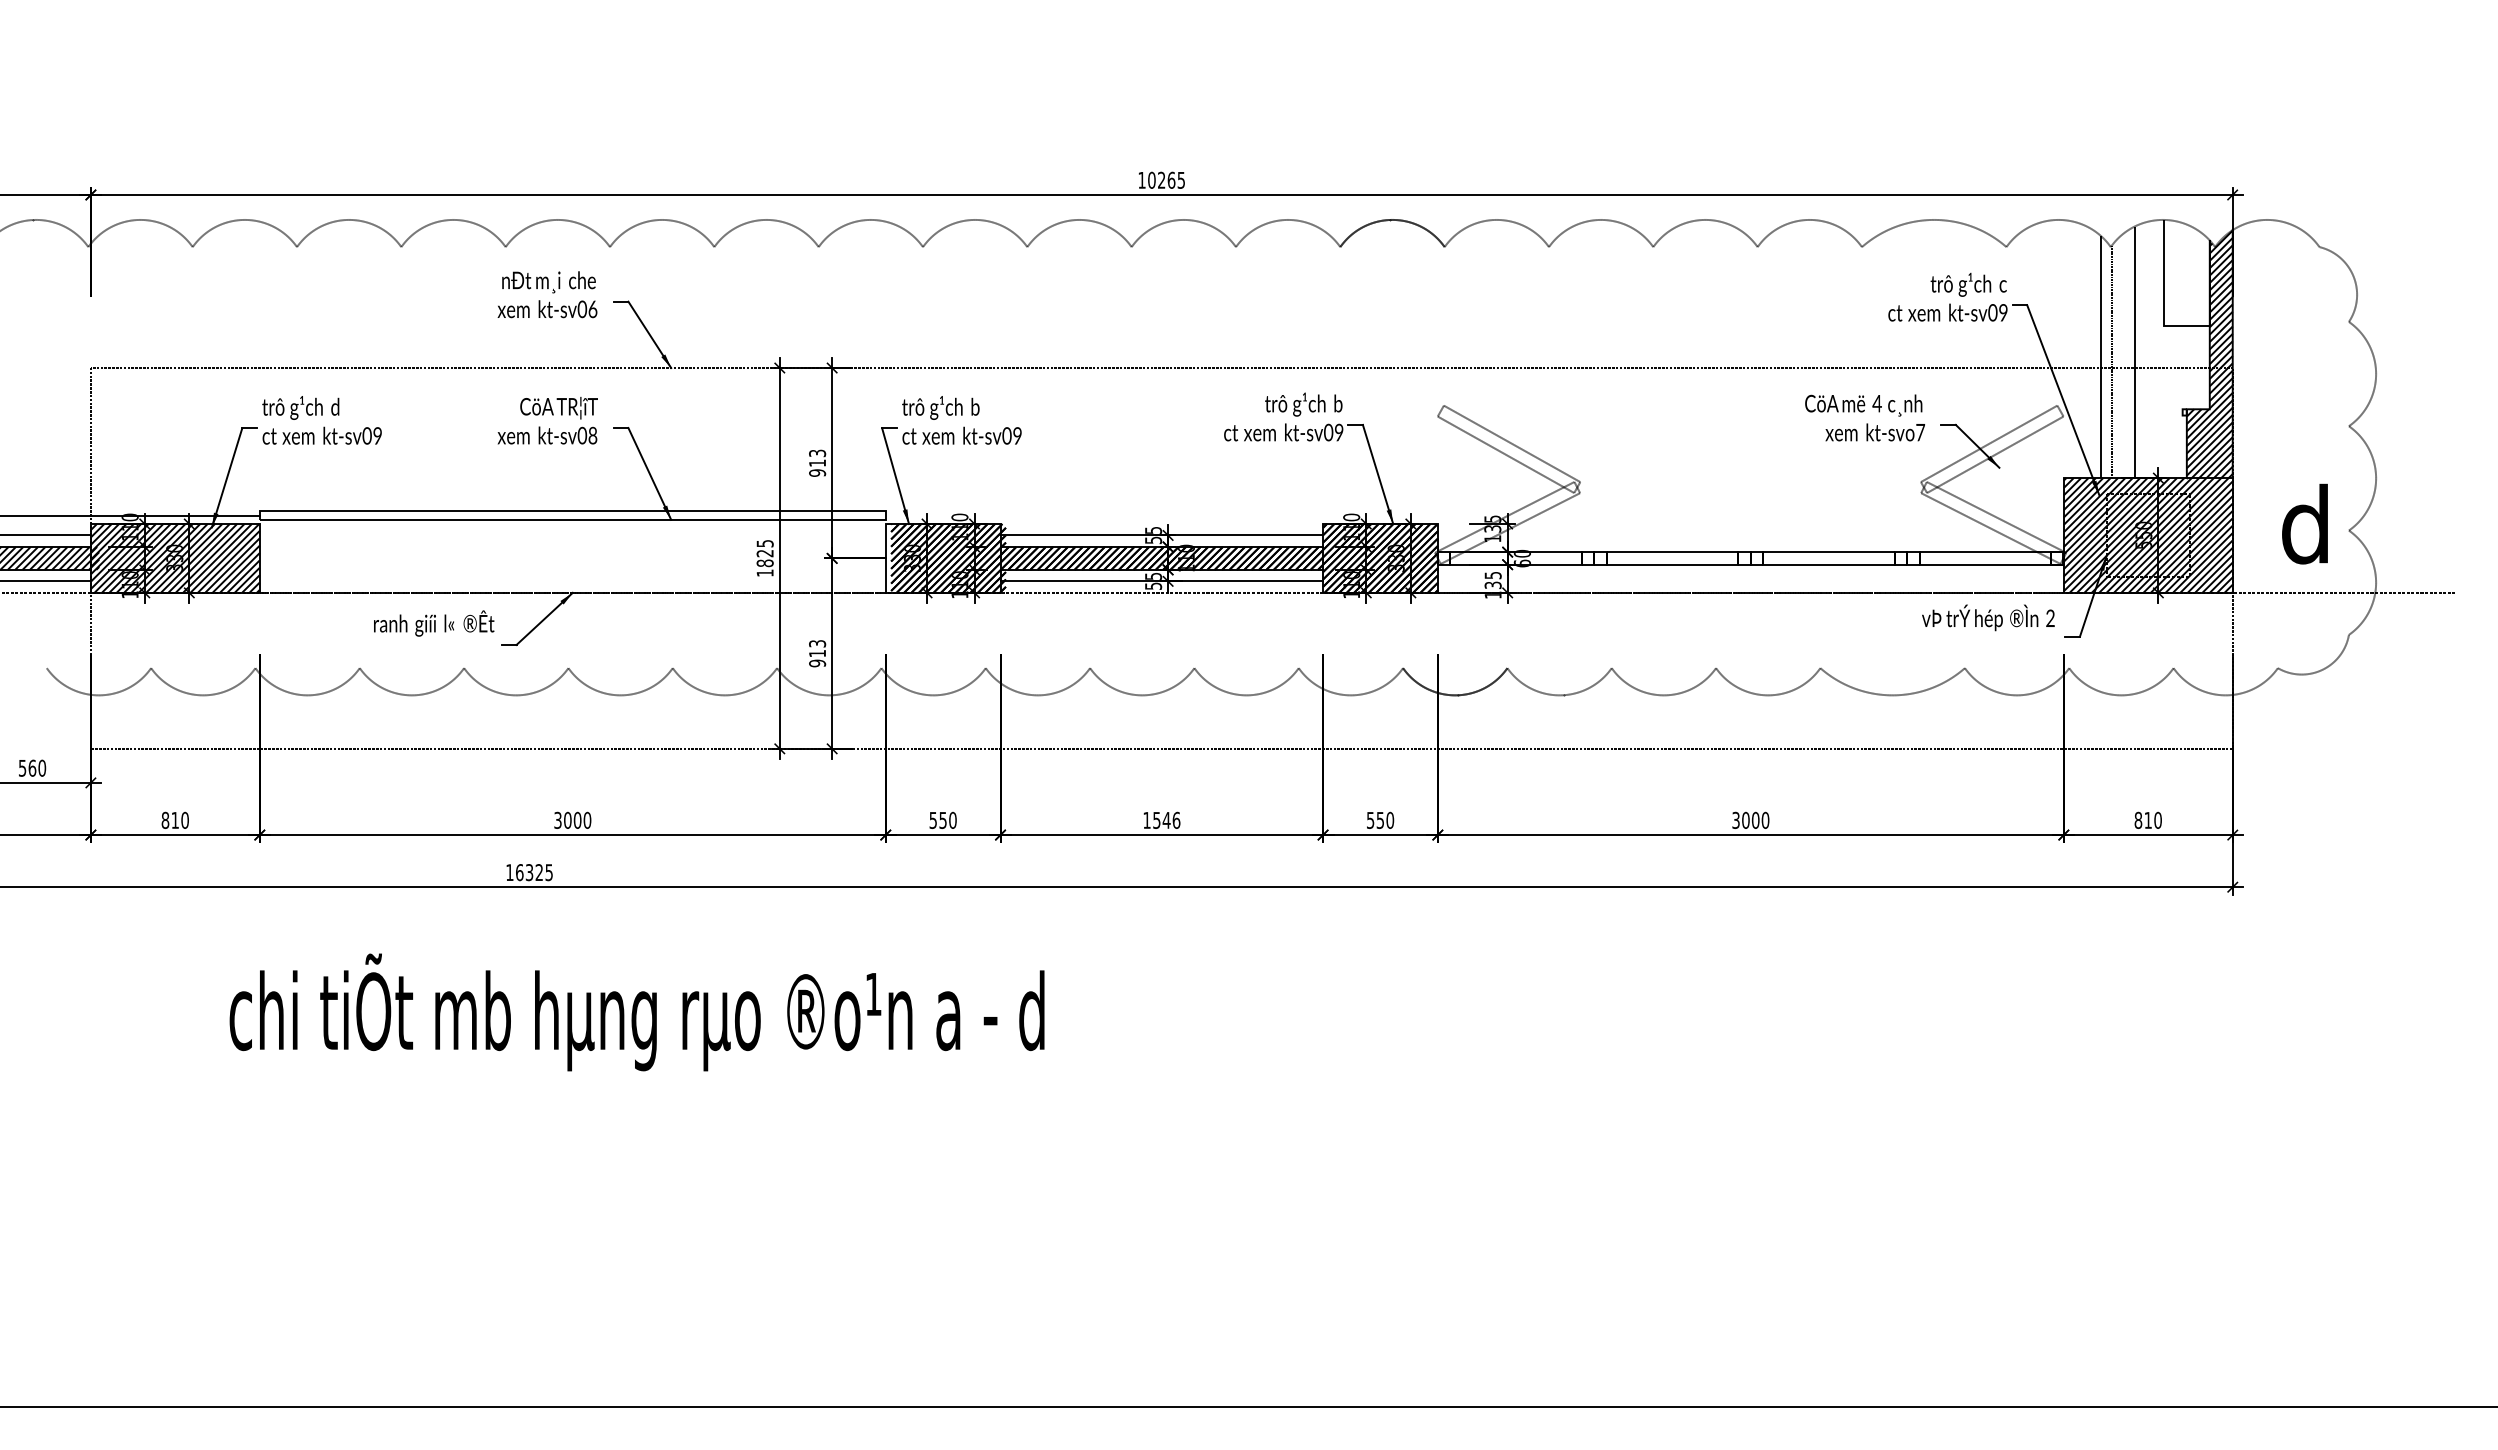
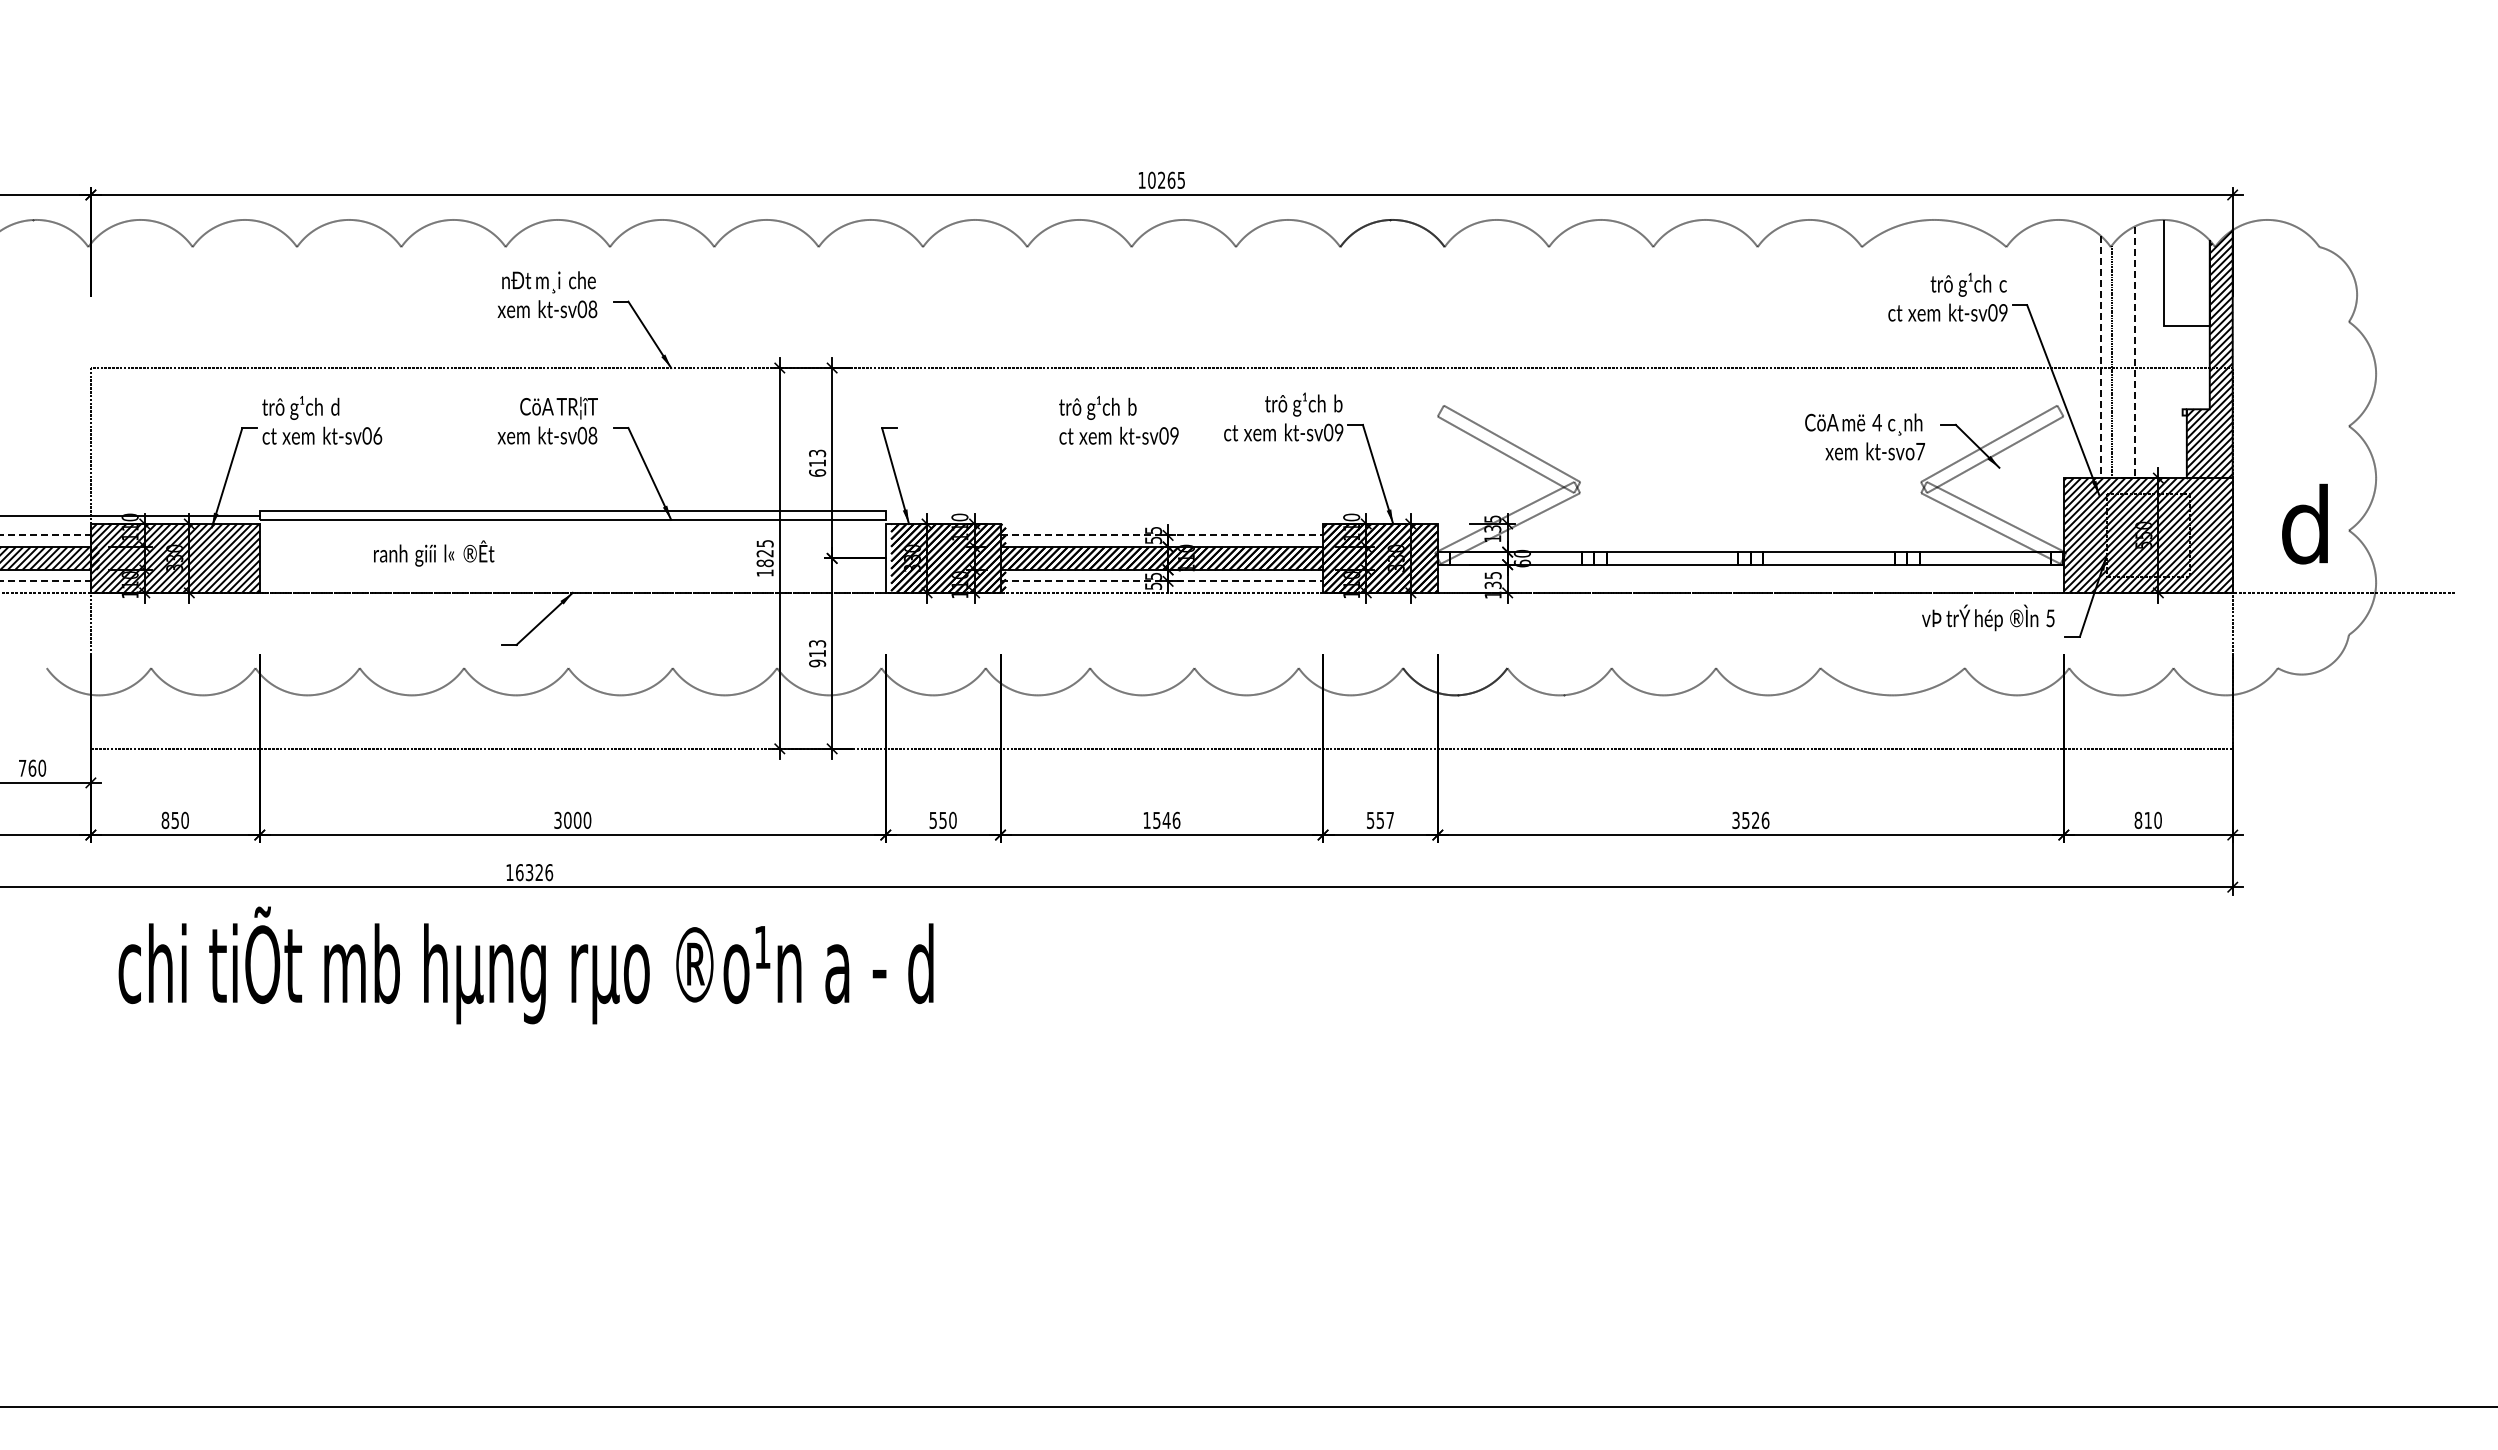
text at (592, 308): kt-sv06 -> kt-sv08
line at (2134, 352): solid -> dashed
line at (2101, 357): solid -> dashed
text at (1864, 417) position: (1864, 417) -> (1864, 436)
text at (961, 420) position: (961, 420) -> (1118, 420)
text at (377, 435): kt-sv09 -> kt-sv06
text at (817, 472): 913 -> 613
line at (45, 535): solid -> dashed
line at (1162, 535): solid -> dashed
line at (45, 581): solid -> dashed
line at (1162, 581): solid -> dashed
text at (2050, 618): 2 -> 5
text at (434, 623) position: (434, 623) -> (434, 553)
text at (22, 768): 560 -> 760
text at (1390, 819): 550 -> 557
text at (1755, 819): 3000 -> 3526
text at (174, 820): 810 -> 850
text at (549, 872): 16325 -> 16326
text at (636, 1012) position: (636, 1012) -> (525, 965)
